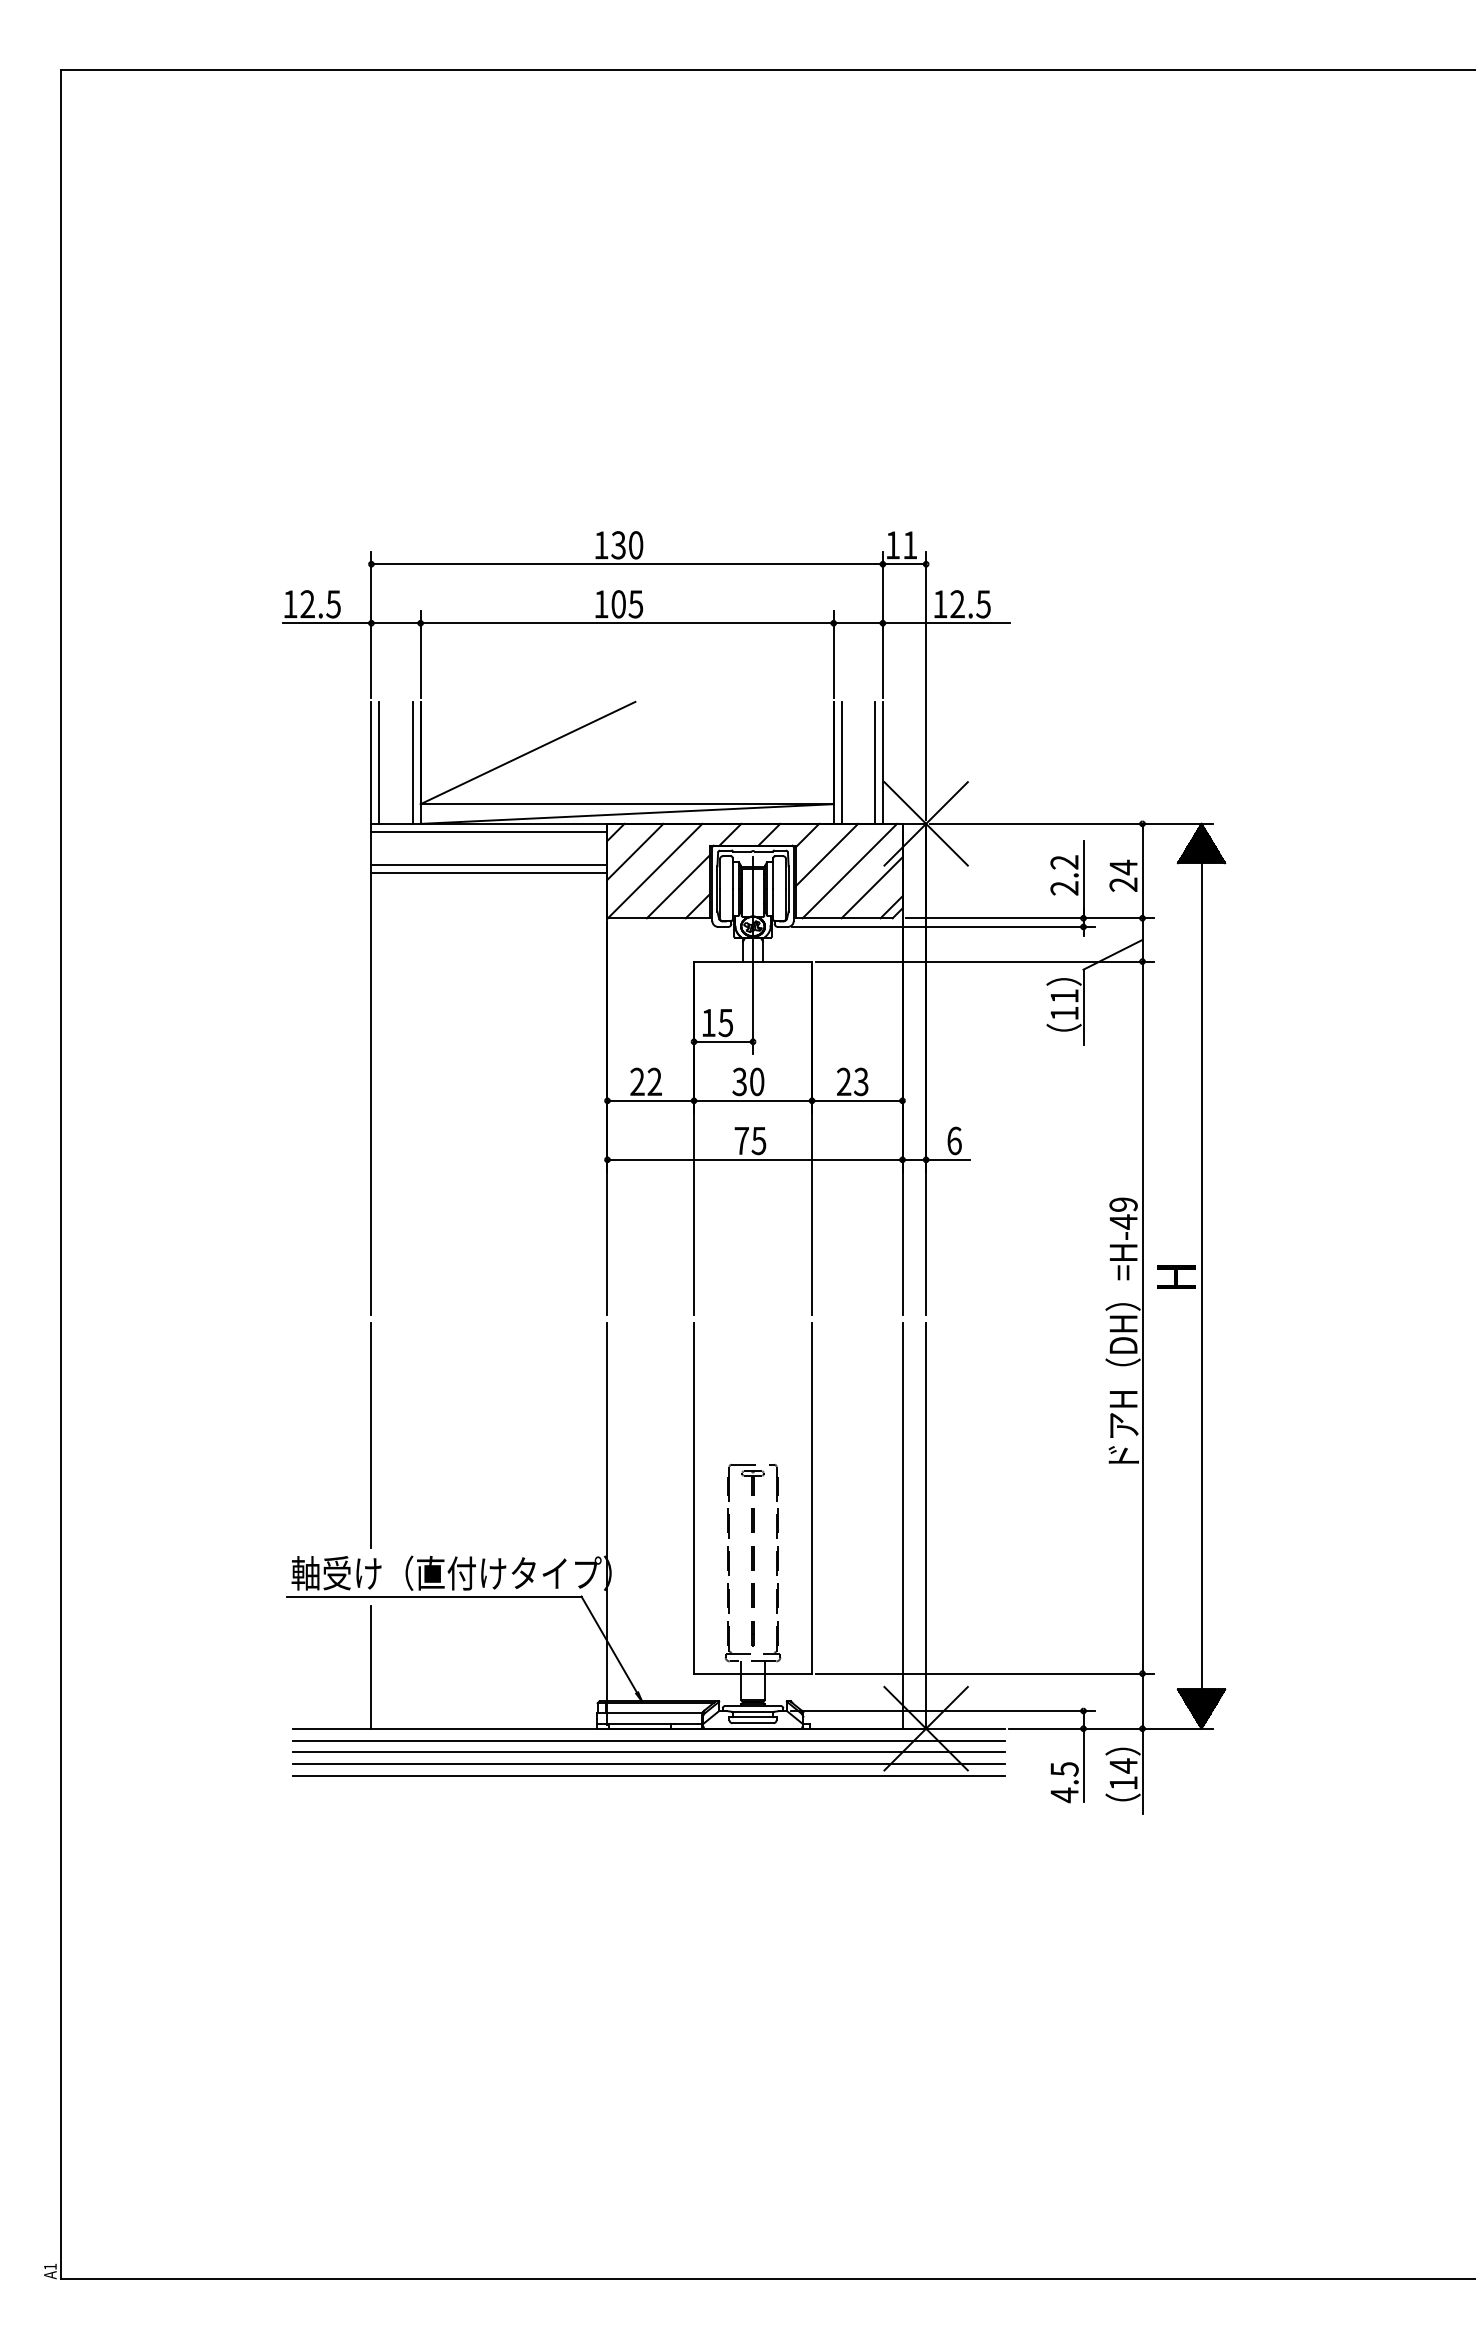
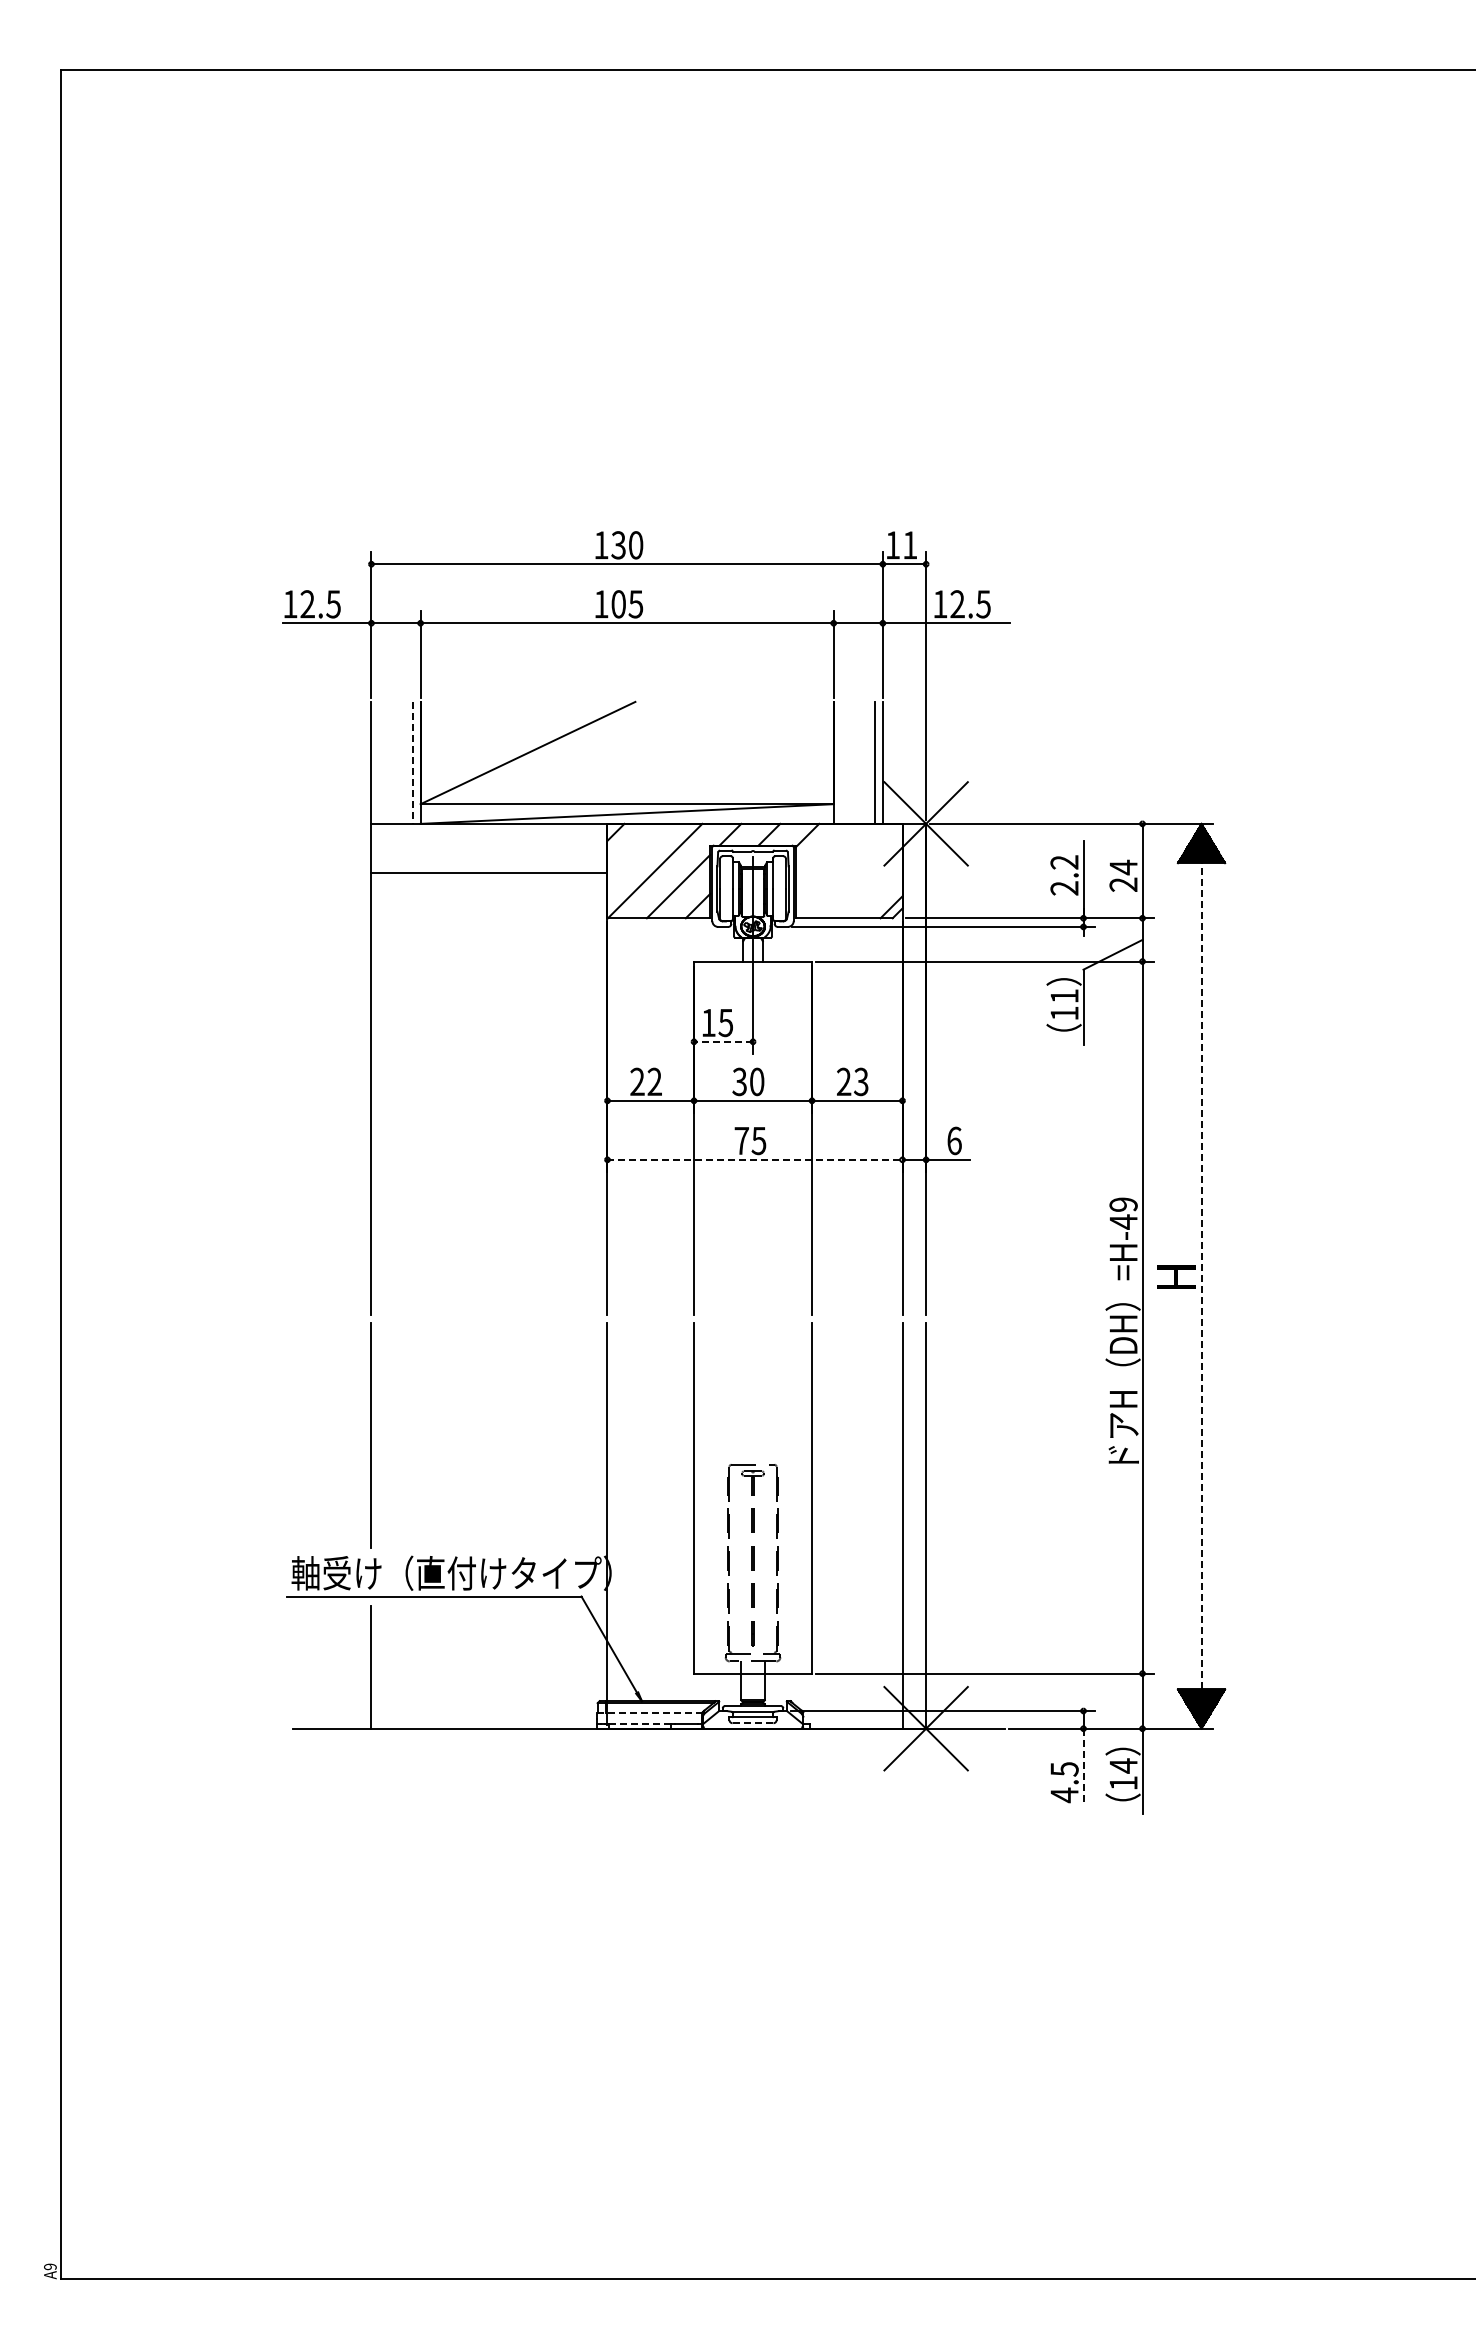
line at (379, 762): present -> none
line at (412, 762): solid -> dashed
line at (841, 762): present -> none
line at (489, 831): present -> none
line at (635, 851): present -> none
line at (826, 854): present -> none
line at (489, 865): present -> none
line at (849, 870): present -> none
line at (871, 887): present -> none
line at (723, 1041): solid -> dashed
line at (755, 1159): solid -> dashed
line at (1201, 1276): solid -> dashed
line at (649, 1712): solid -> dashed
line at (753, 1723): solid -> dashed
line at (639, 1724): solid -> dashed
line at (648, 1740): present -> none
line at (648, 1752): present -> none
line at (648, 1764): present -> none
line at (1083, 1765): solid -> dashed
line at (648, 1775): present -> none
text at (50, 2266): A1 -> A9
